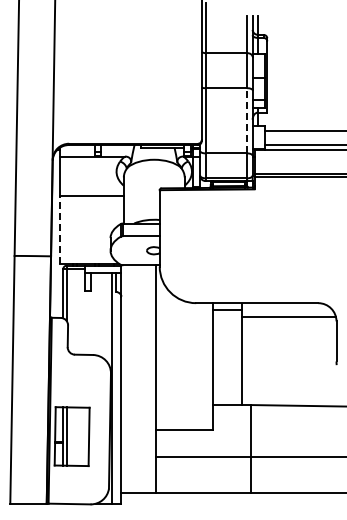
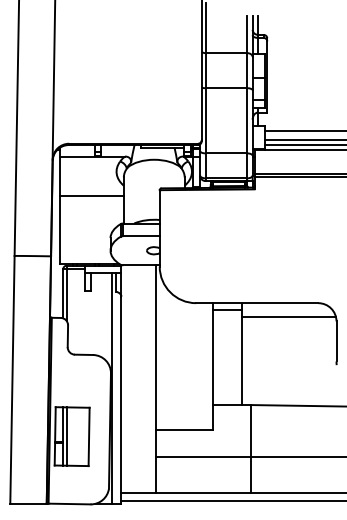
line at (247, 120): dashed -> solid
line at (304, 140): none -> present
line at (60, 229): dashed -> solid
line at (232, 500): none -> present
